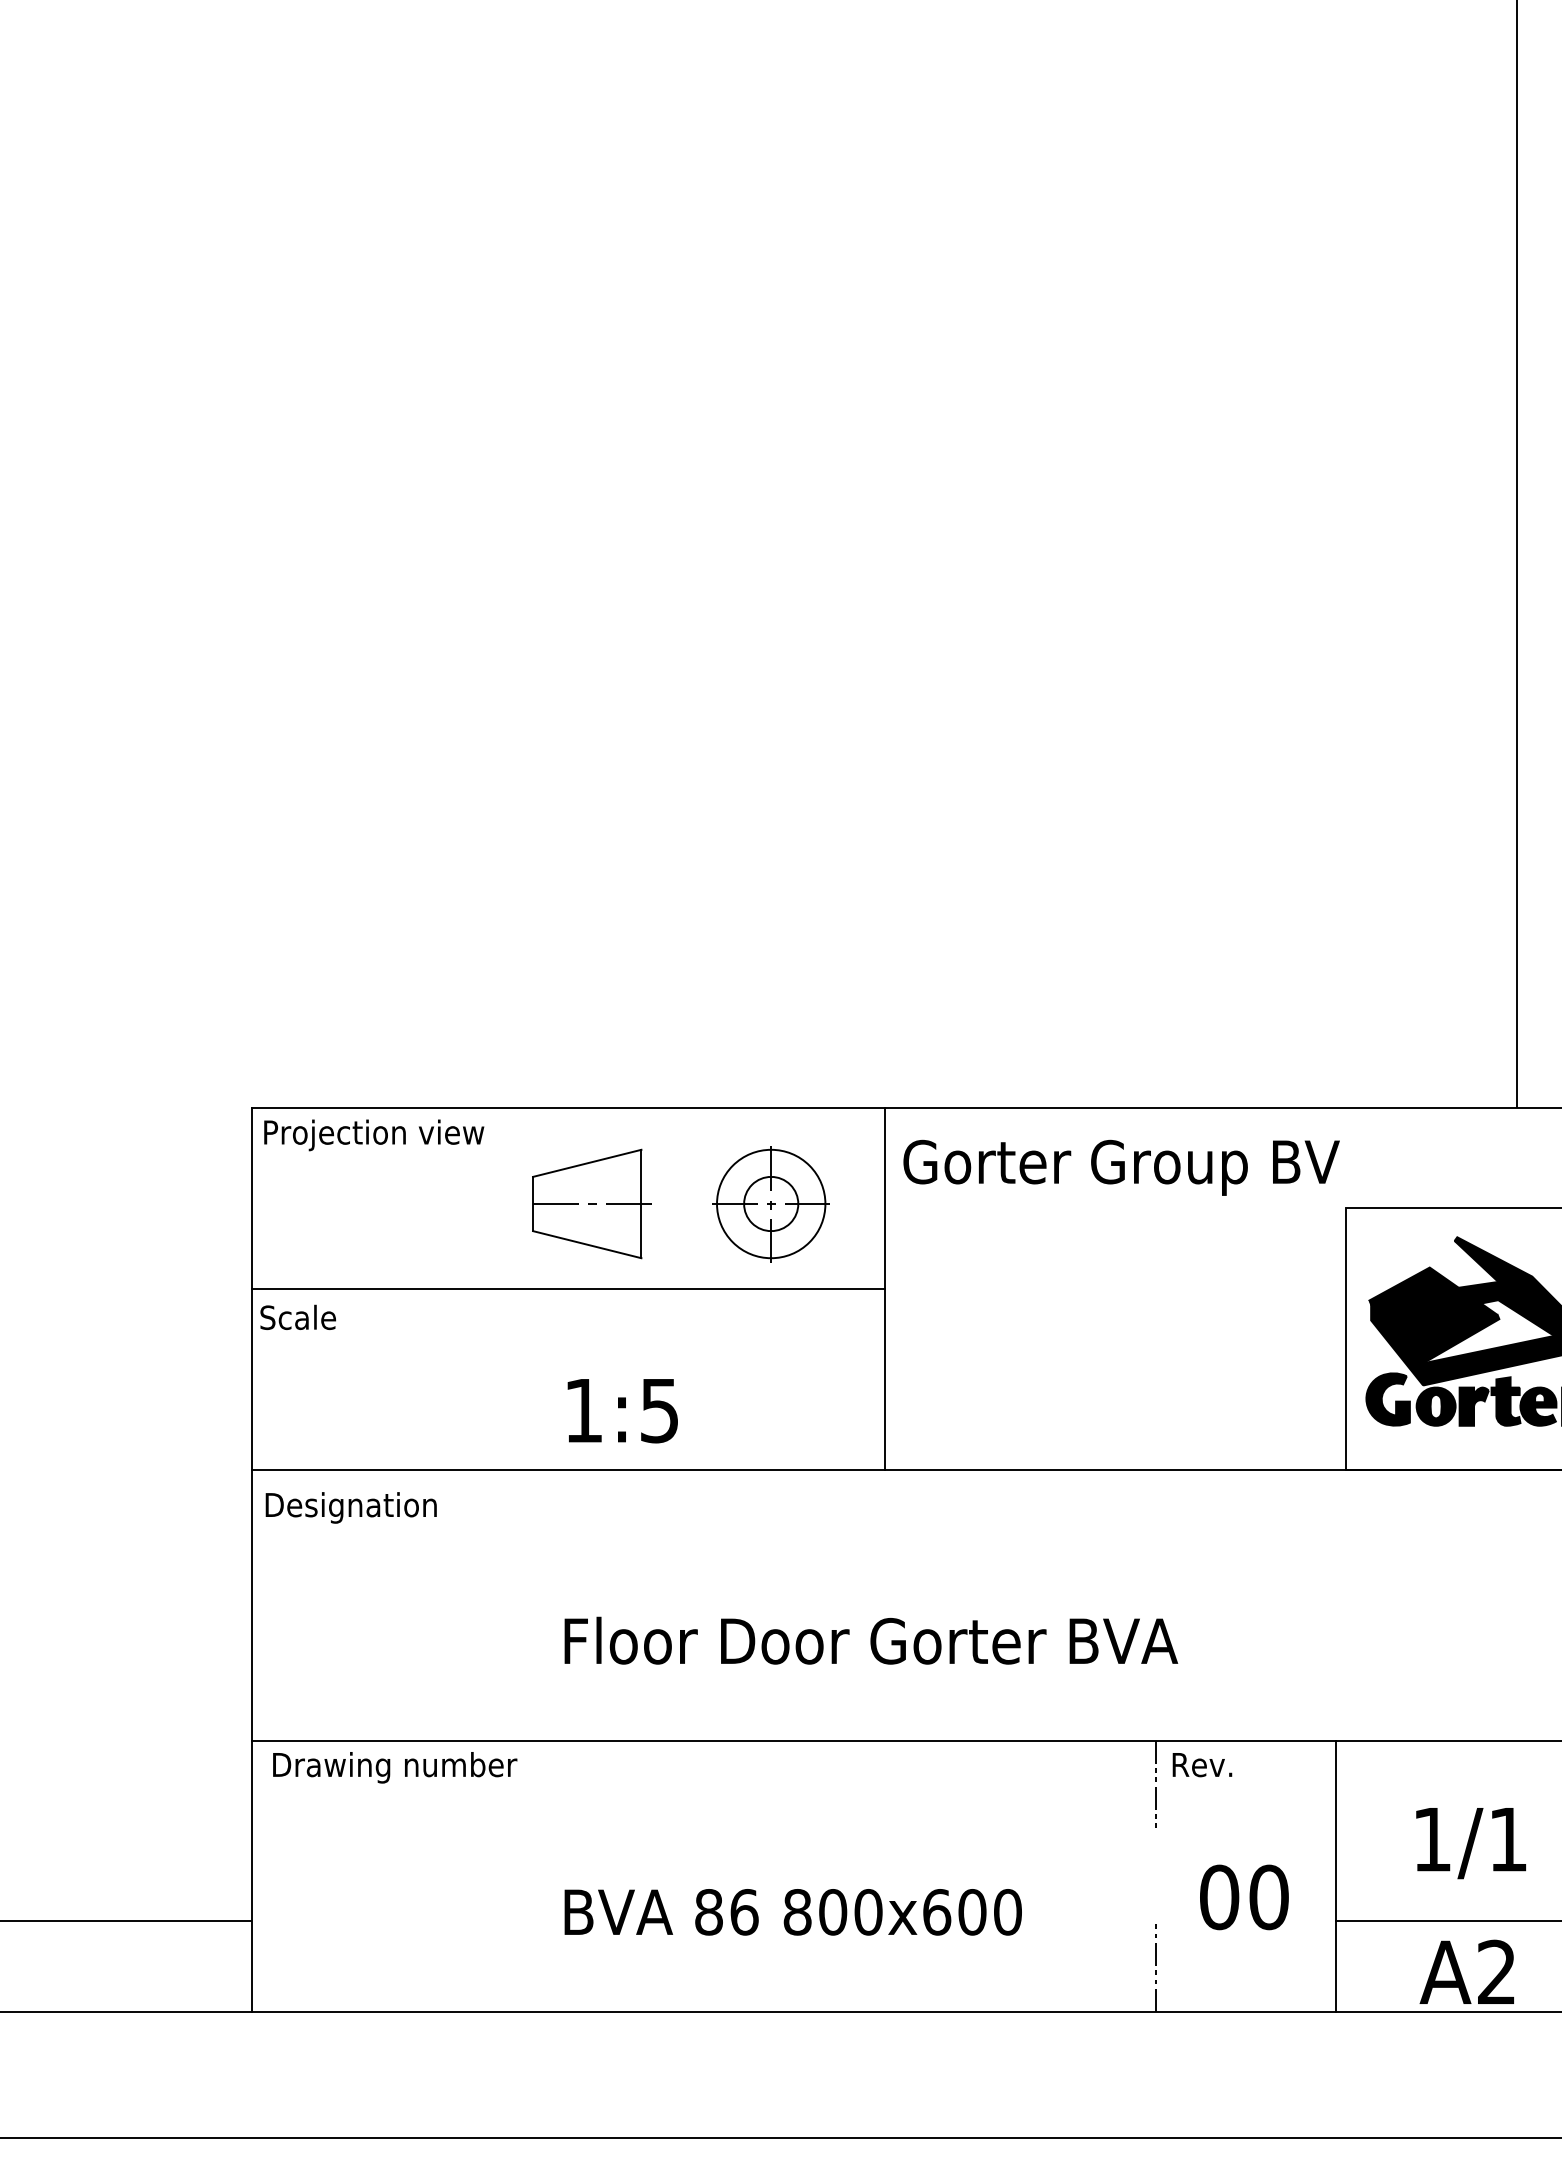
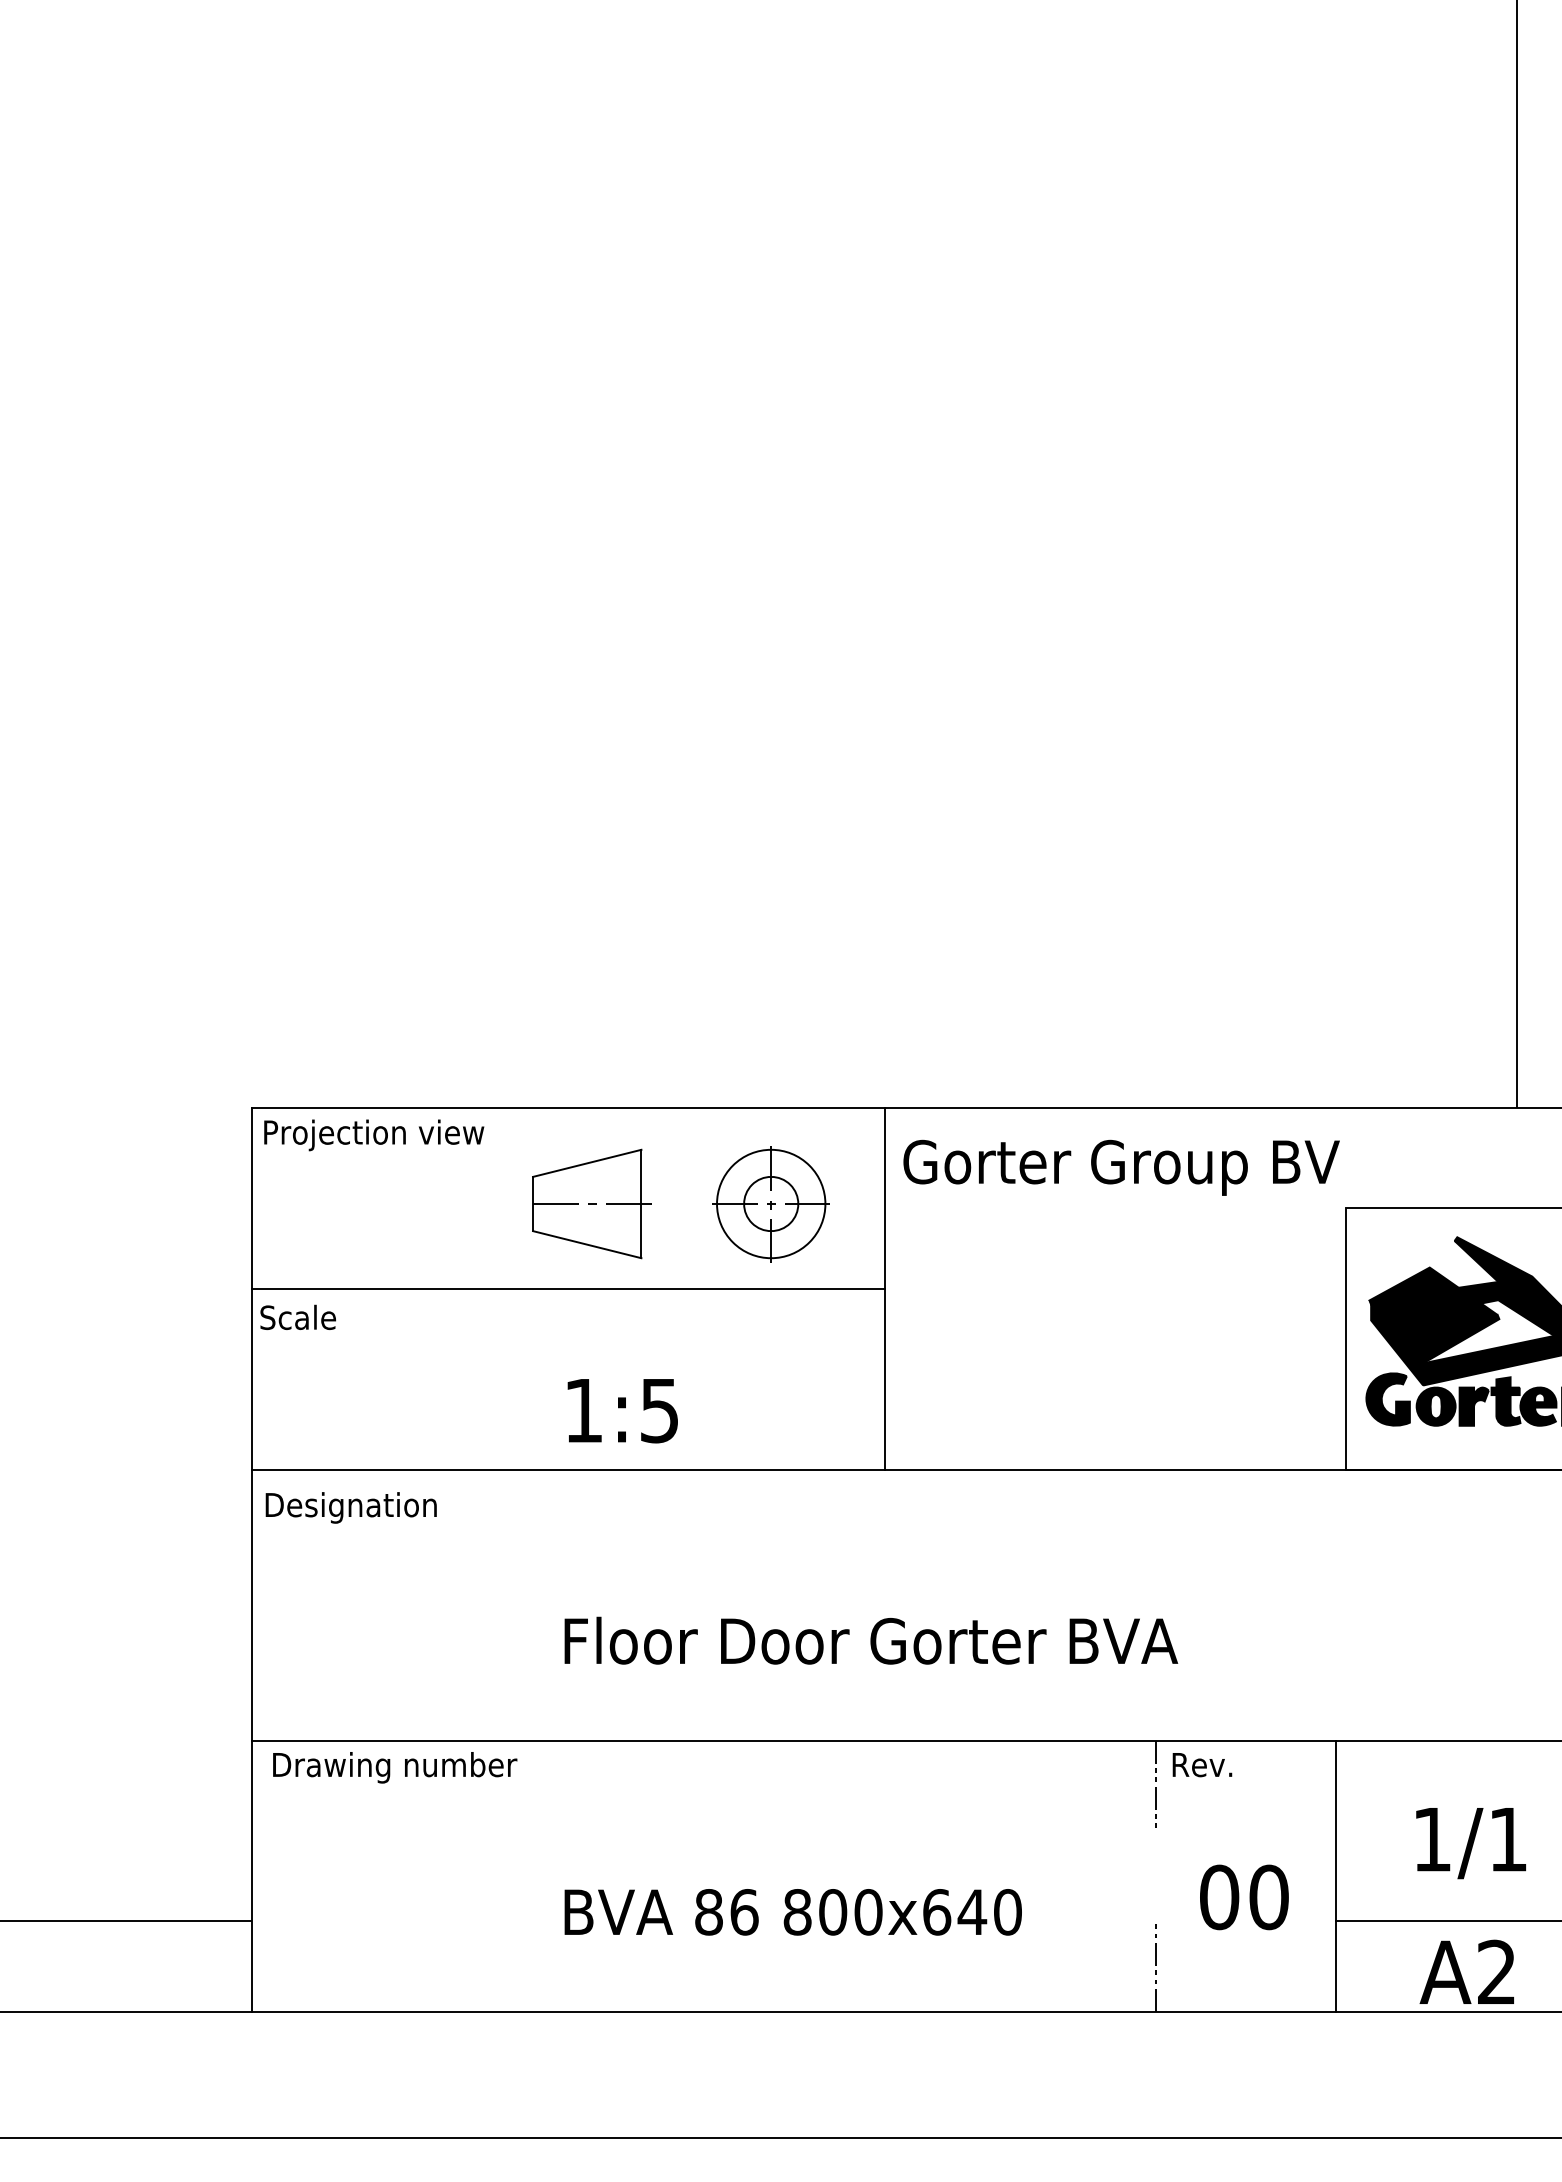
text at (972, 1912): 800x600 -> 800x640
